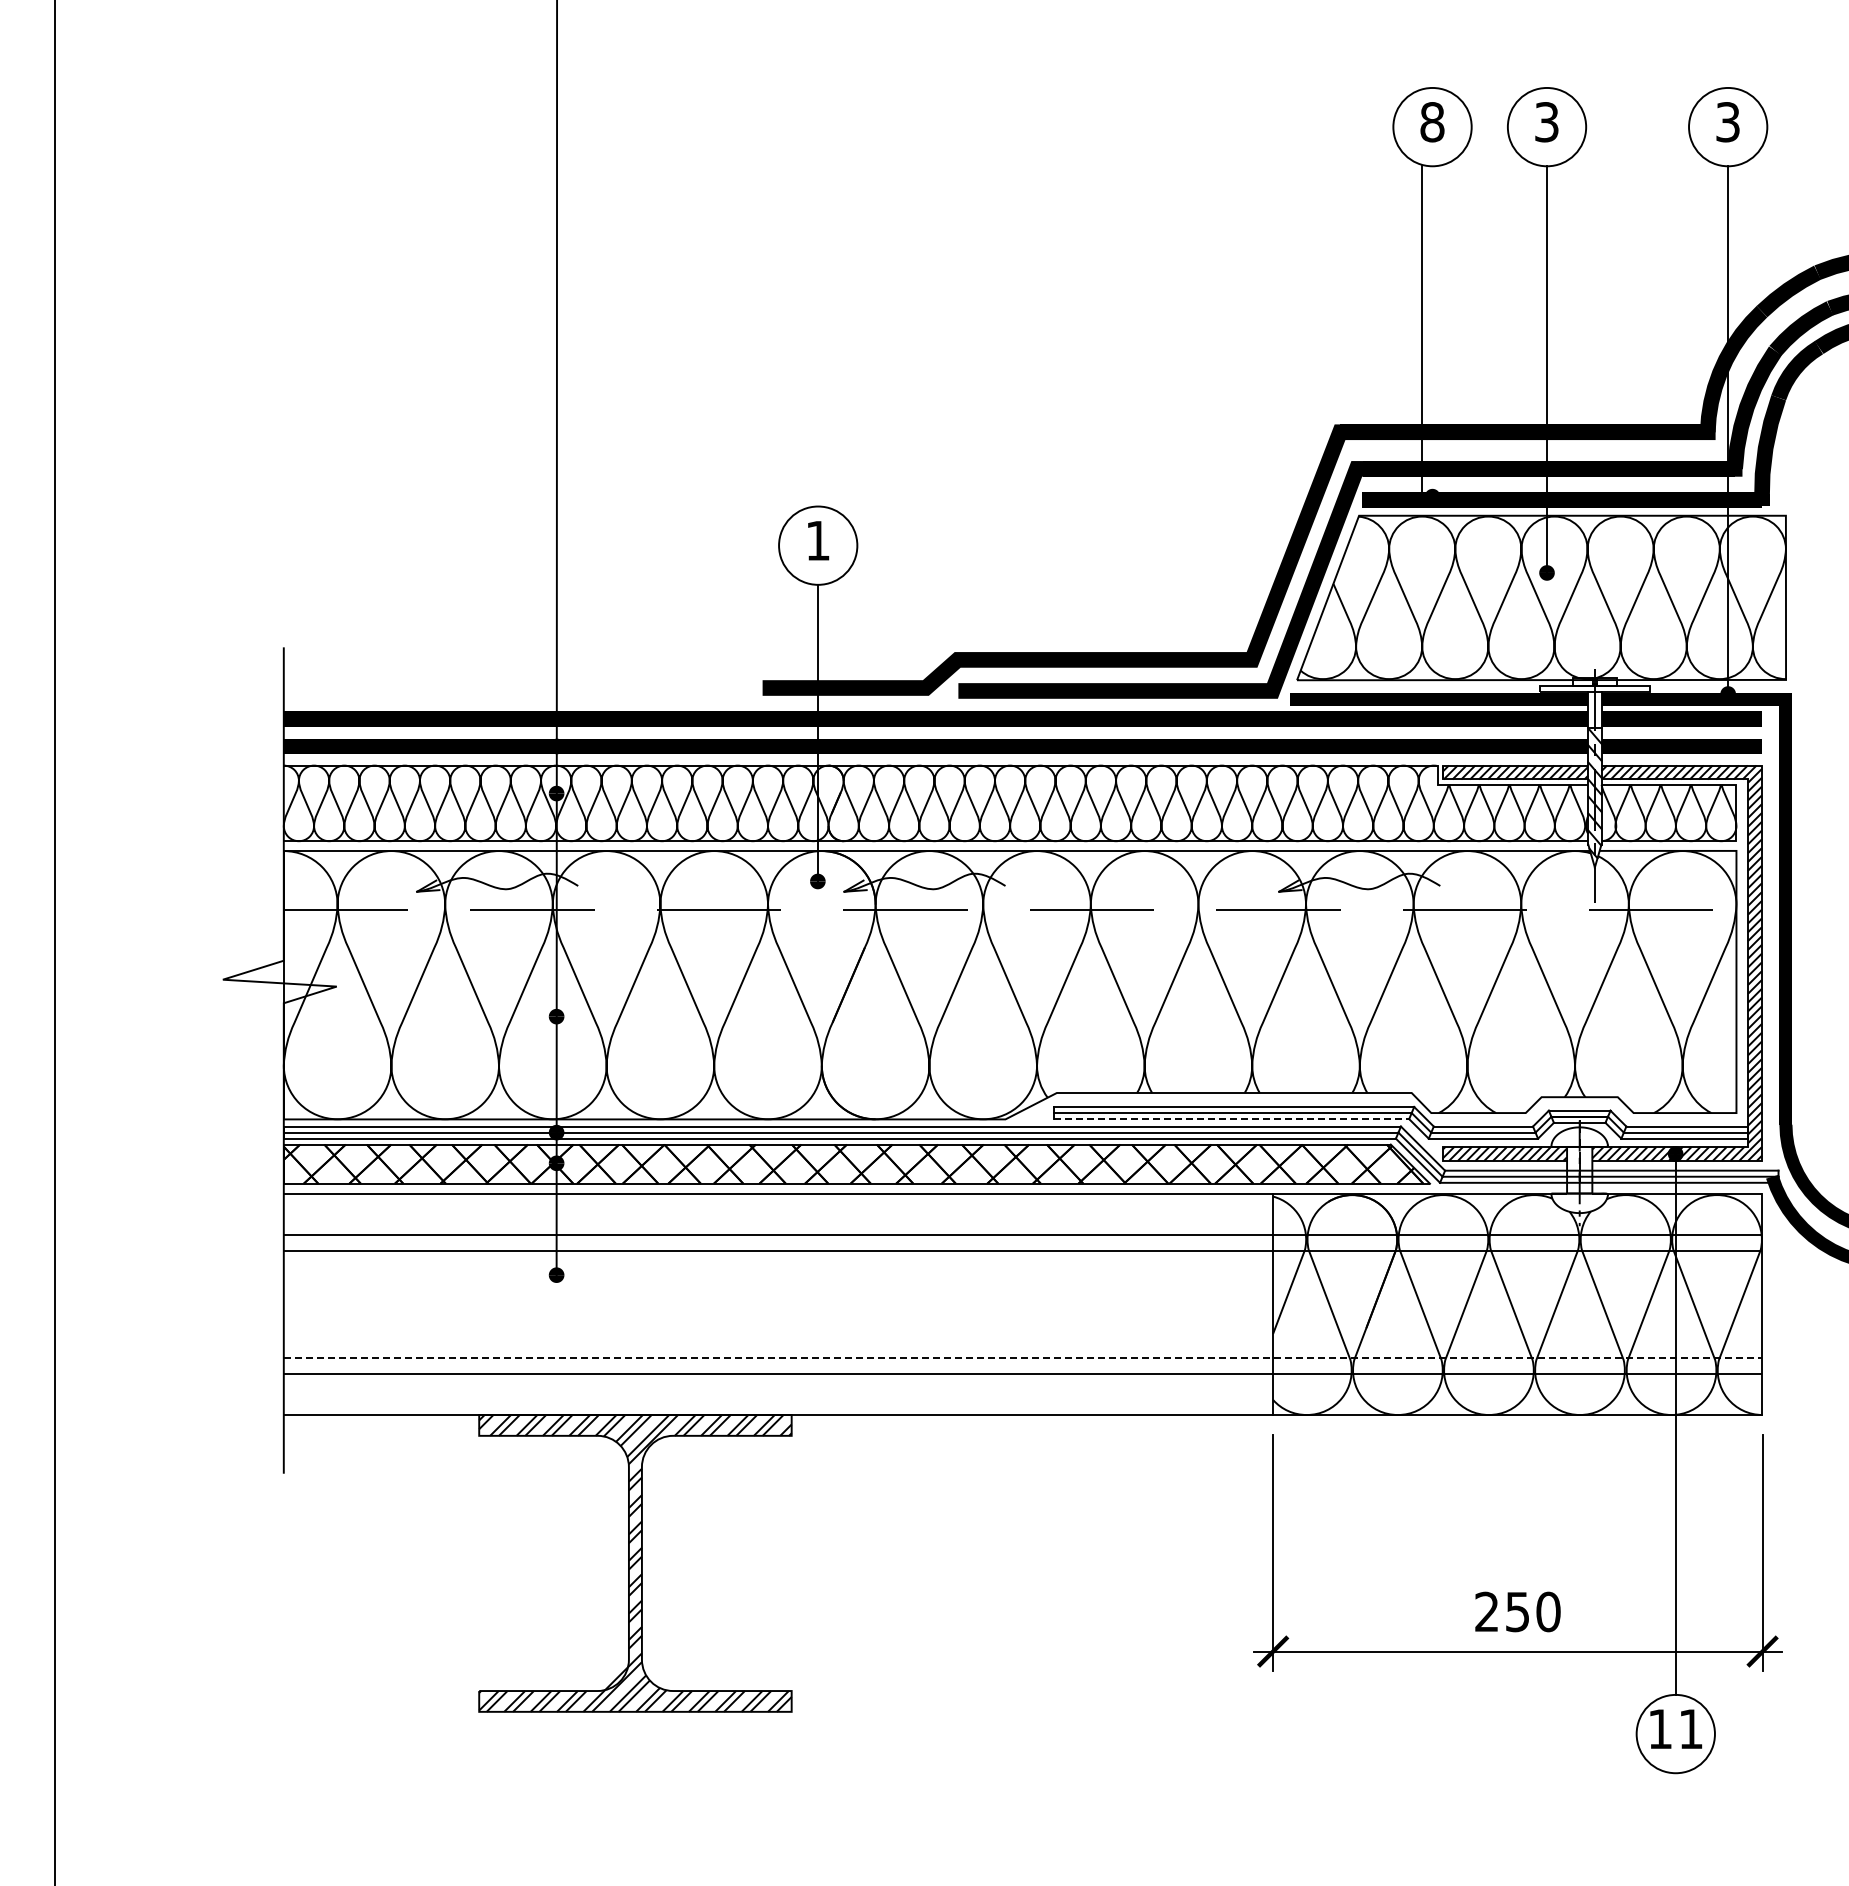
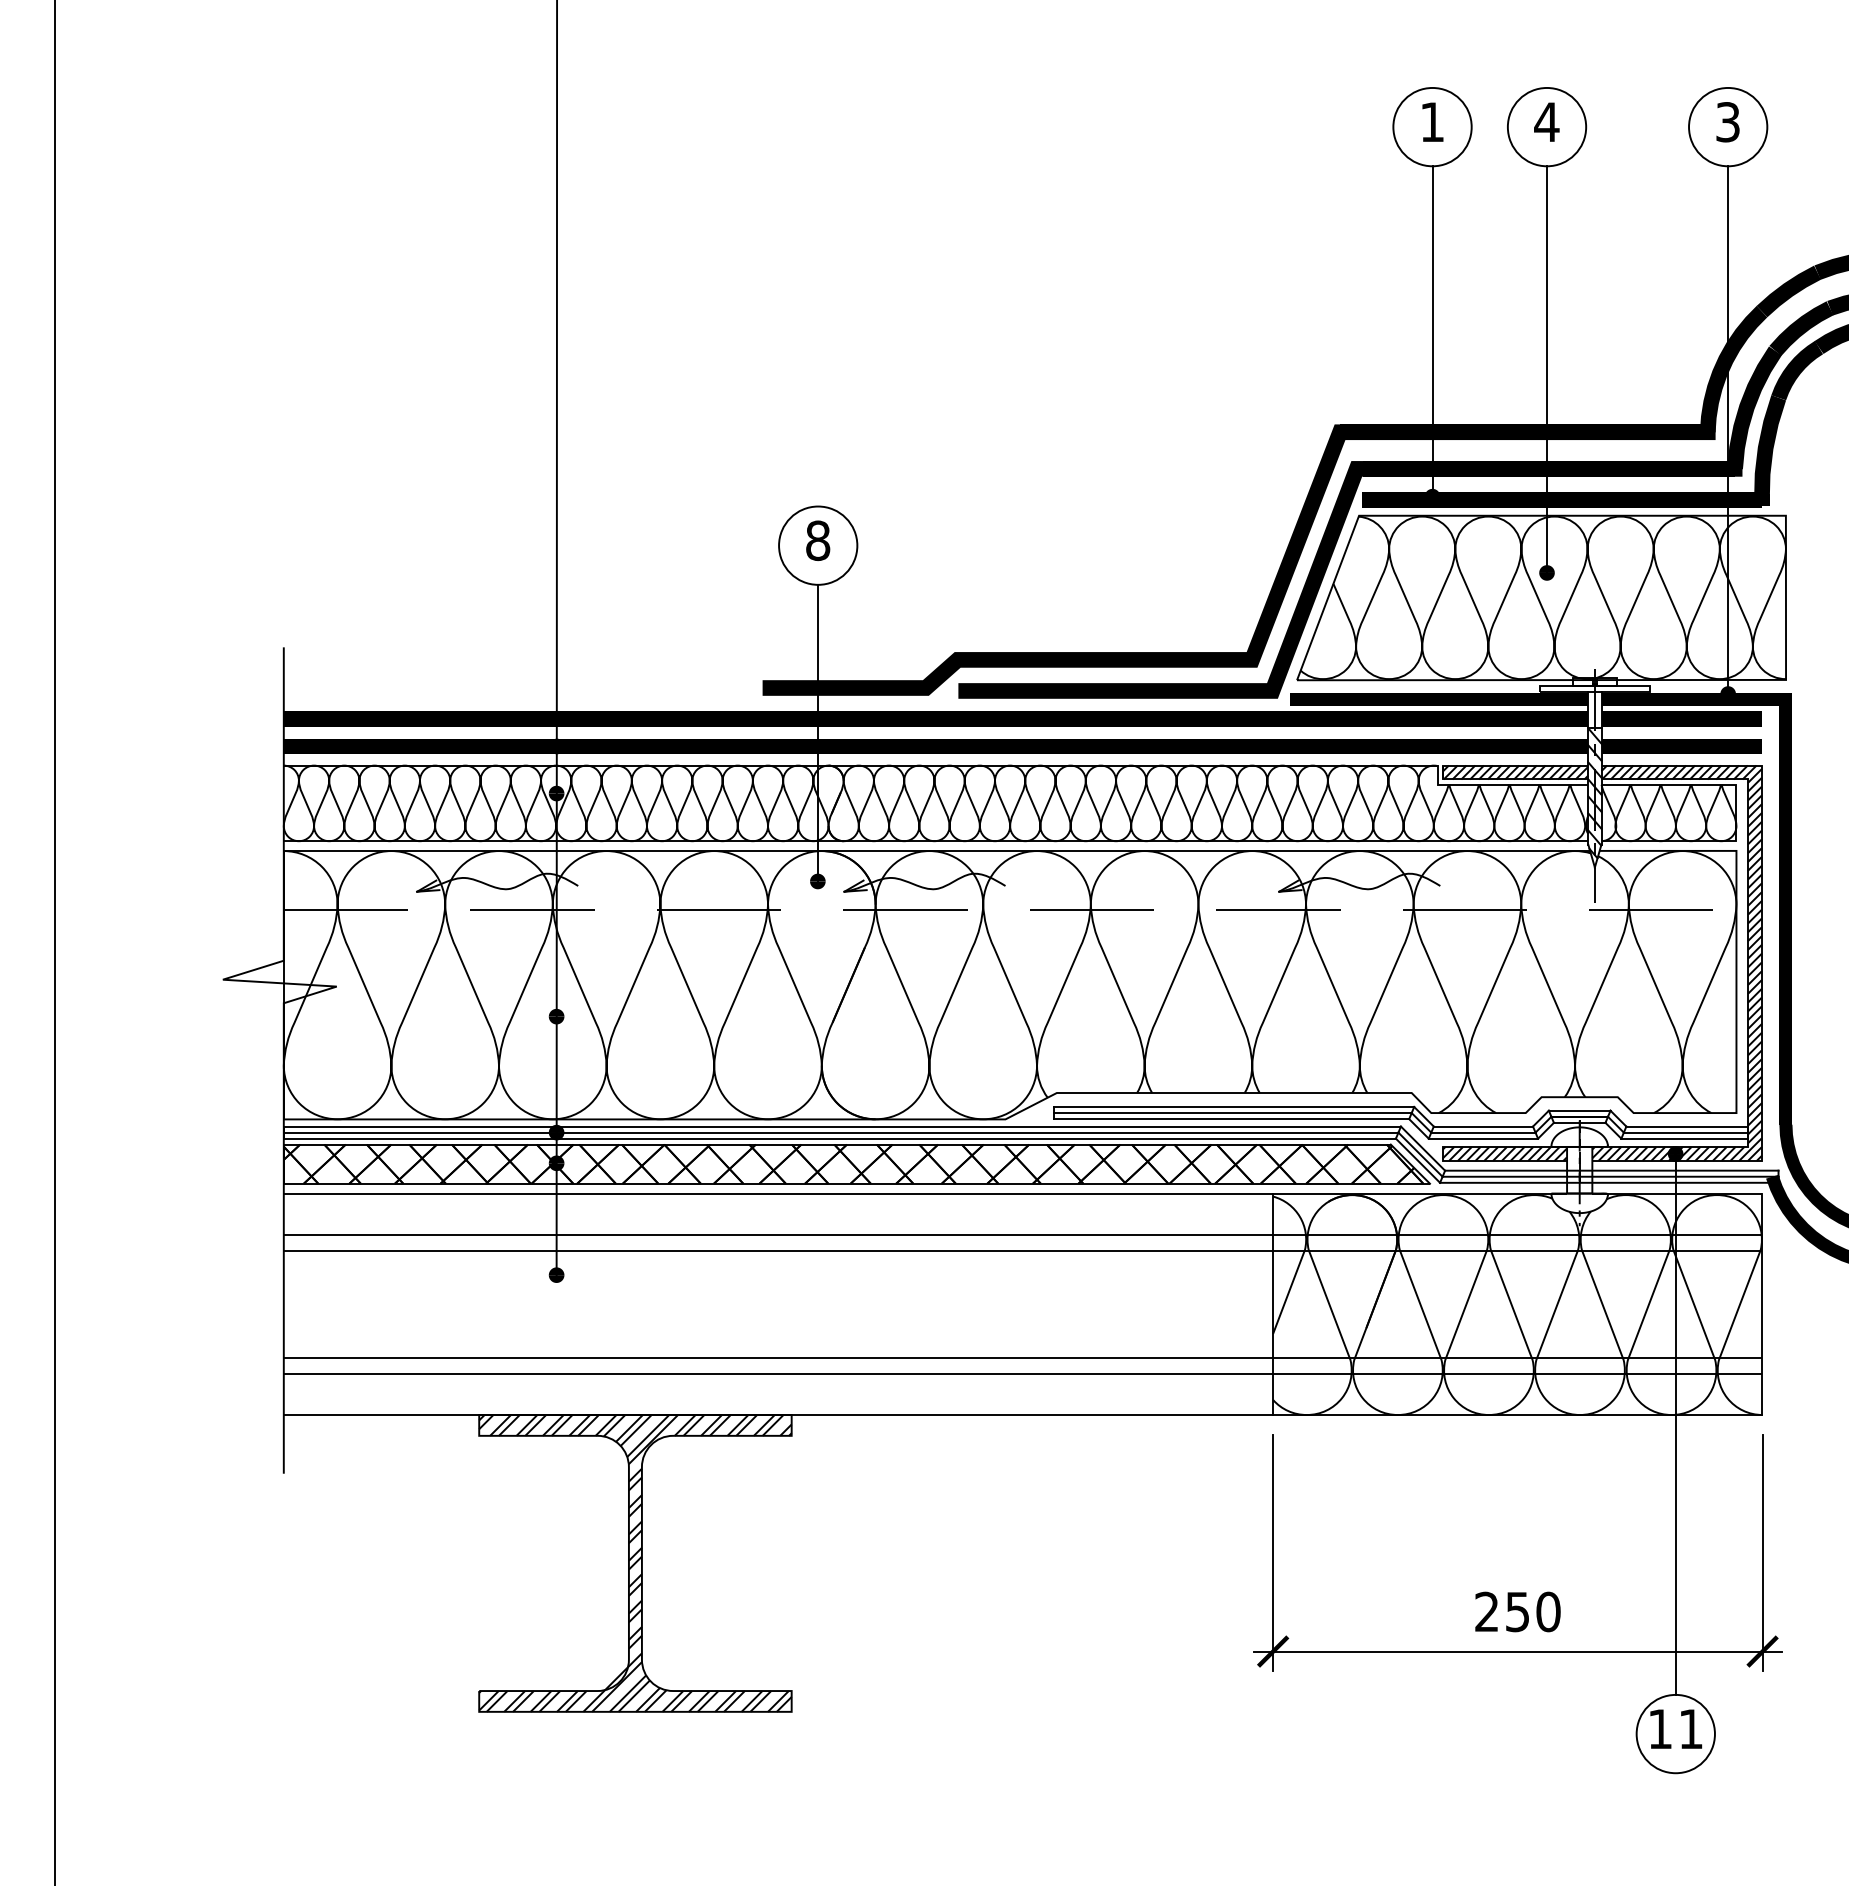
text at (1432, 122): 8 -> 1
text at (1546, 122): 3 -> 4
line at (1421, 331) position: (1421, 331) -> (1432, 331)
text at (818, 540): 1 -> 8
line at (1231, 1119): dashed -> solid
line at (1023, 1357): dashed -> solid
